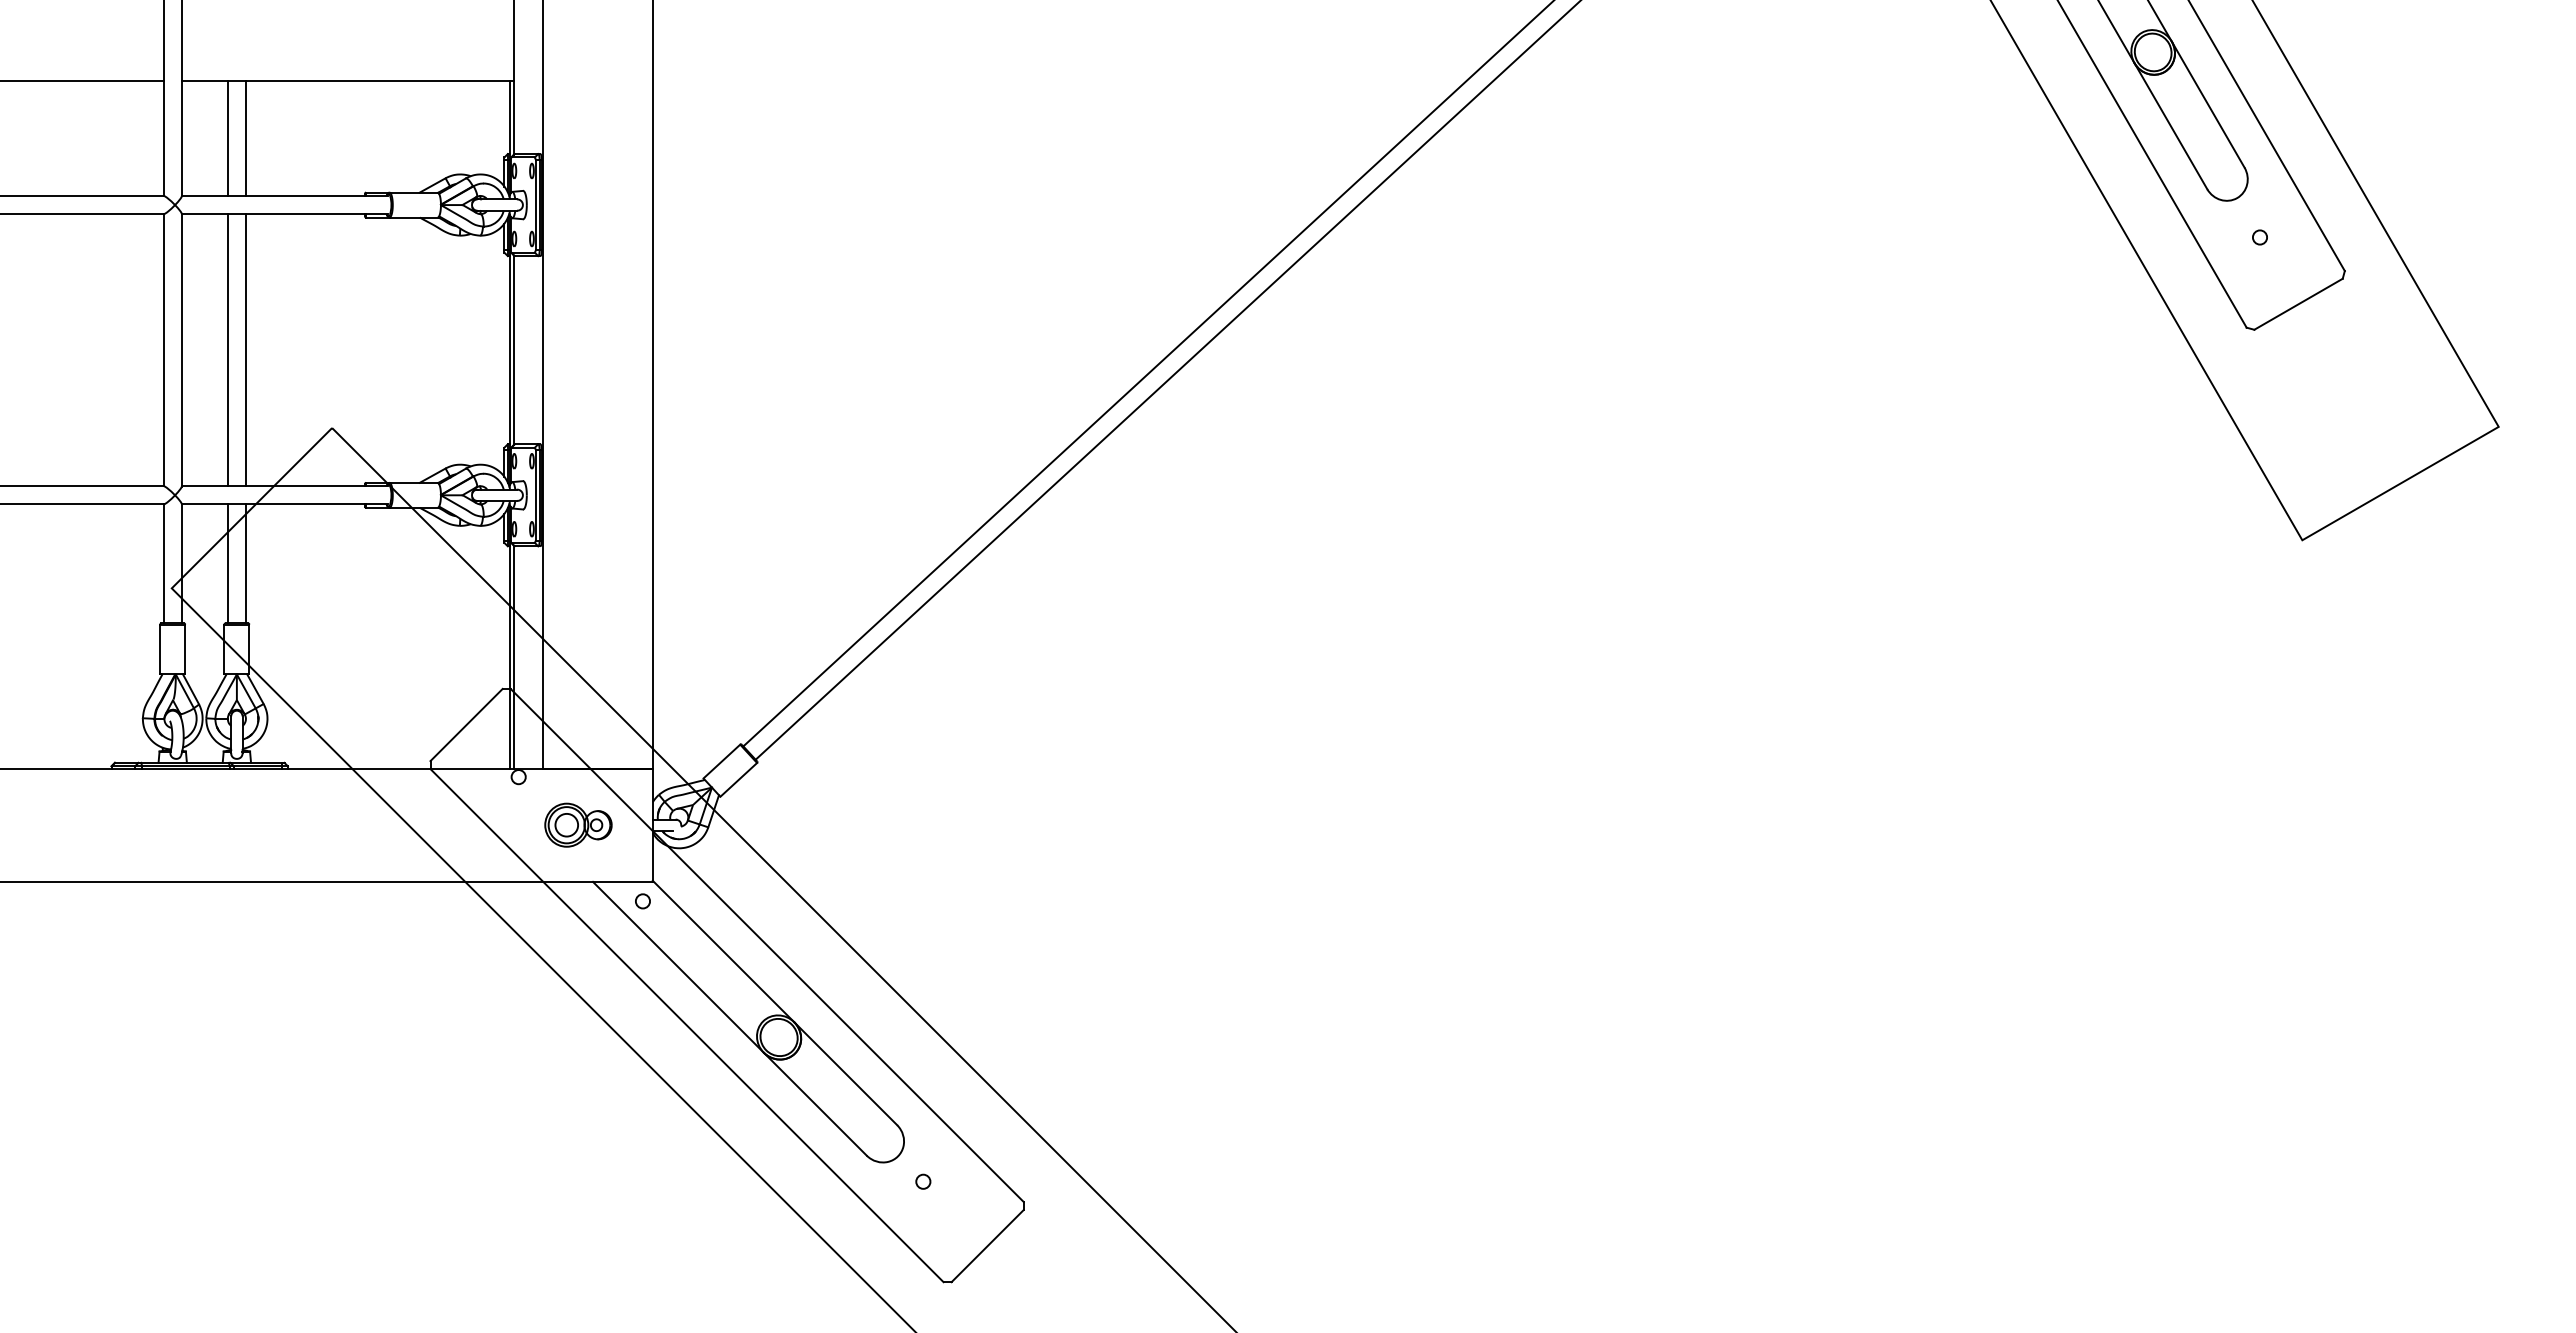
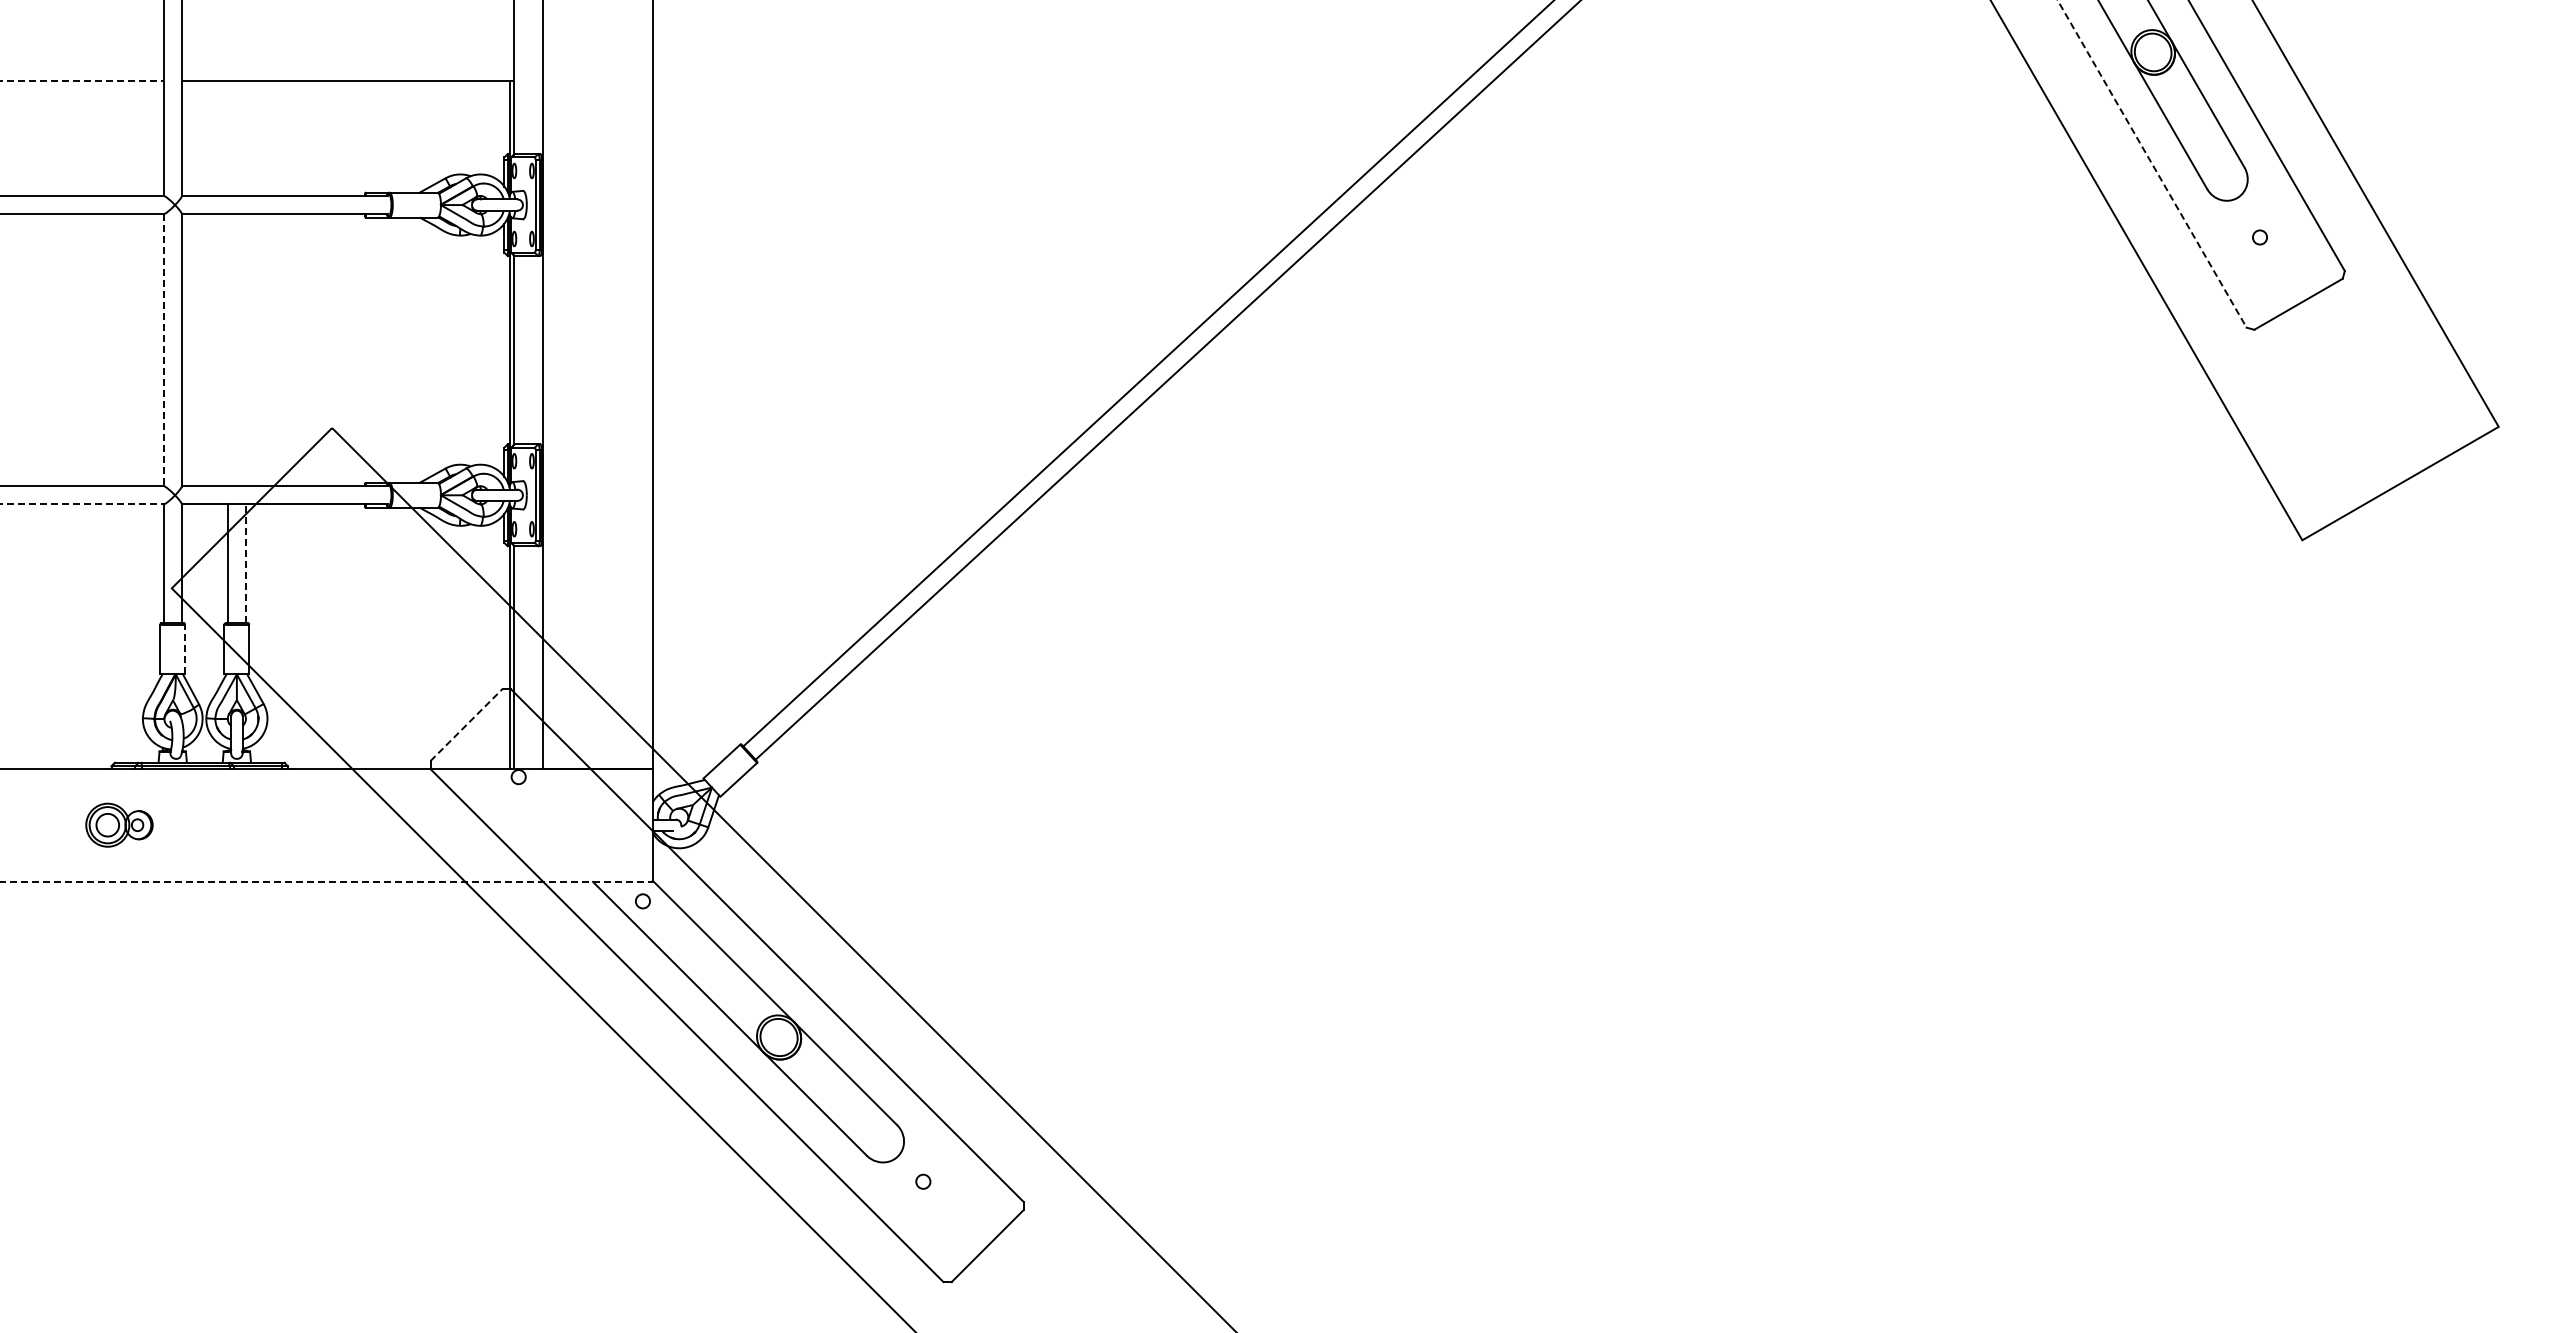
line at (81, 81): solid -> dashed
line at (227, 138): present -> none
line at (245, 138): present -> none
line at (2152, 164): solid -> dashed
line at (163, 350): solid -> dashed
line at (227, 350): present -> none
line at (245, 350): present -> none
line at (82, 504): solid -> dashed
line at (245, 563): solid -> dashed
line at (185, 649): solid -> dashed
line at (466, 724): solid -> dashed
part at (578, 824) position: (578, 824) -> (119, 824)
line at (327, 881): solid -> dashed
